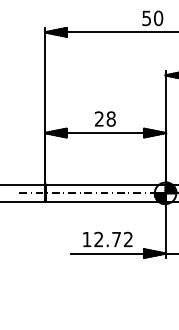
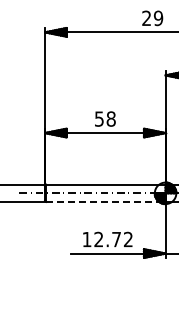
text at (152, 18): 50 -> 29
text at (99, 118): 28 -> 58
line at (105, 201): solid -> dashed
